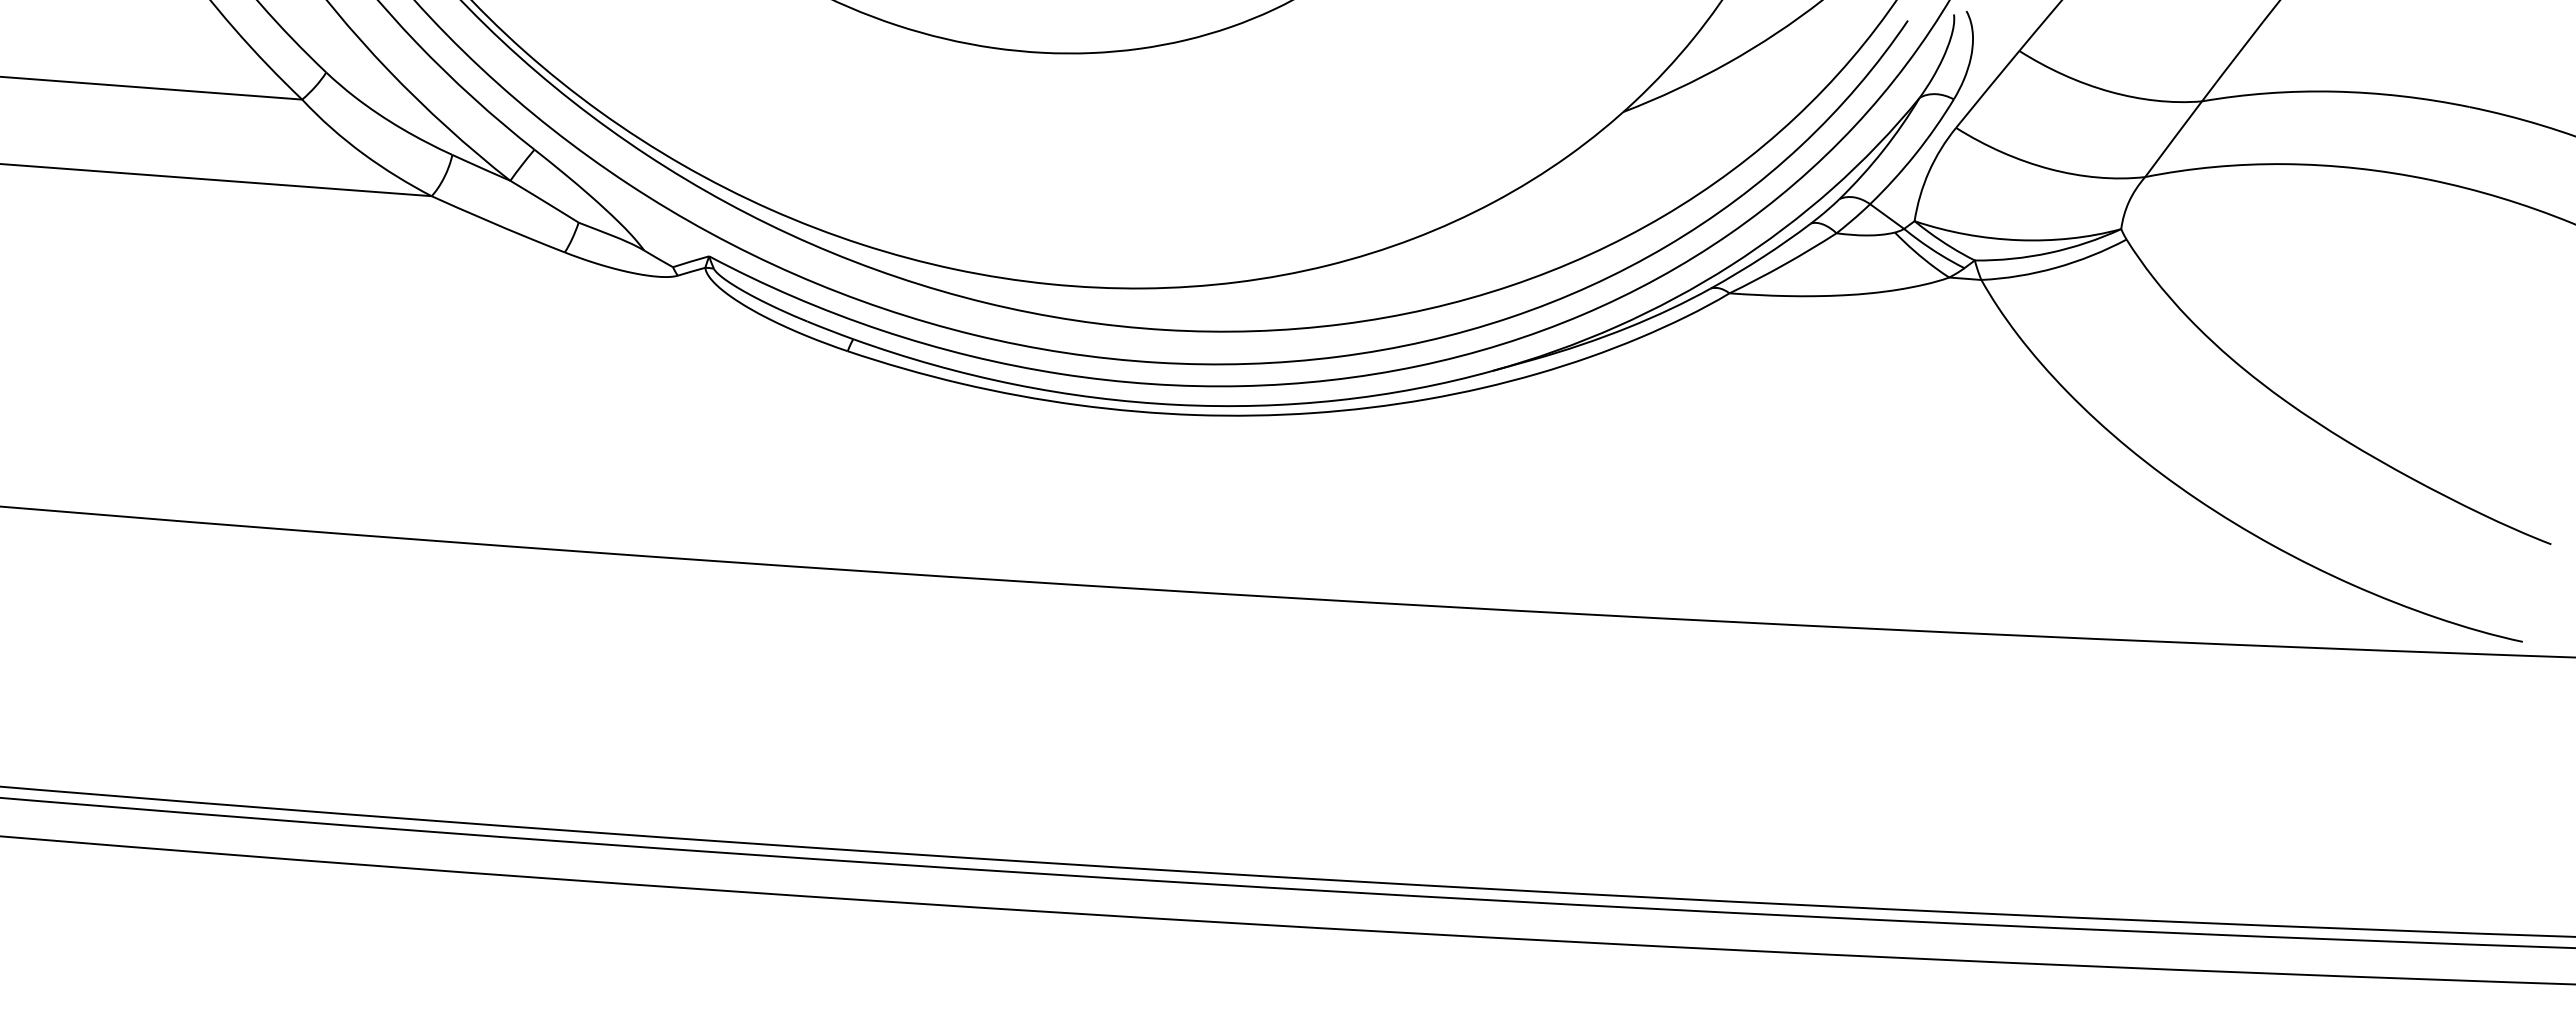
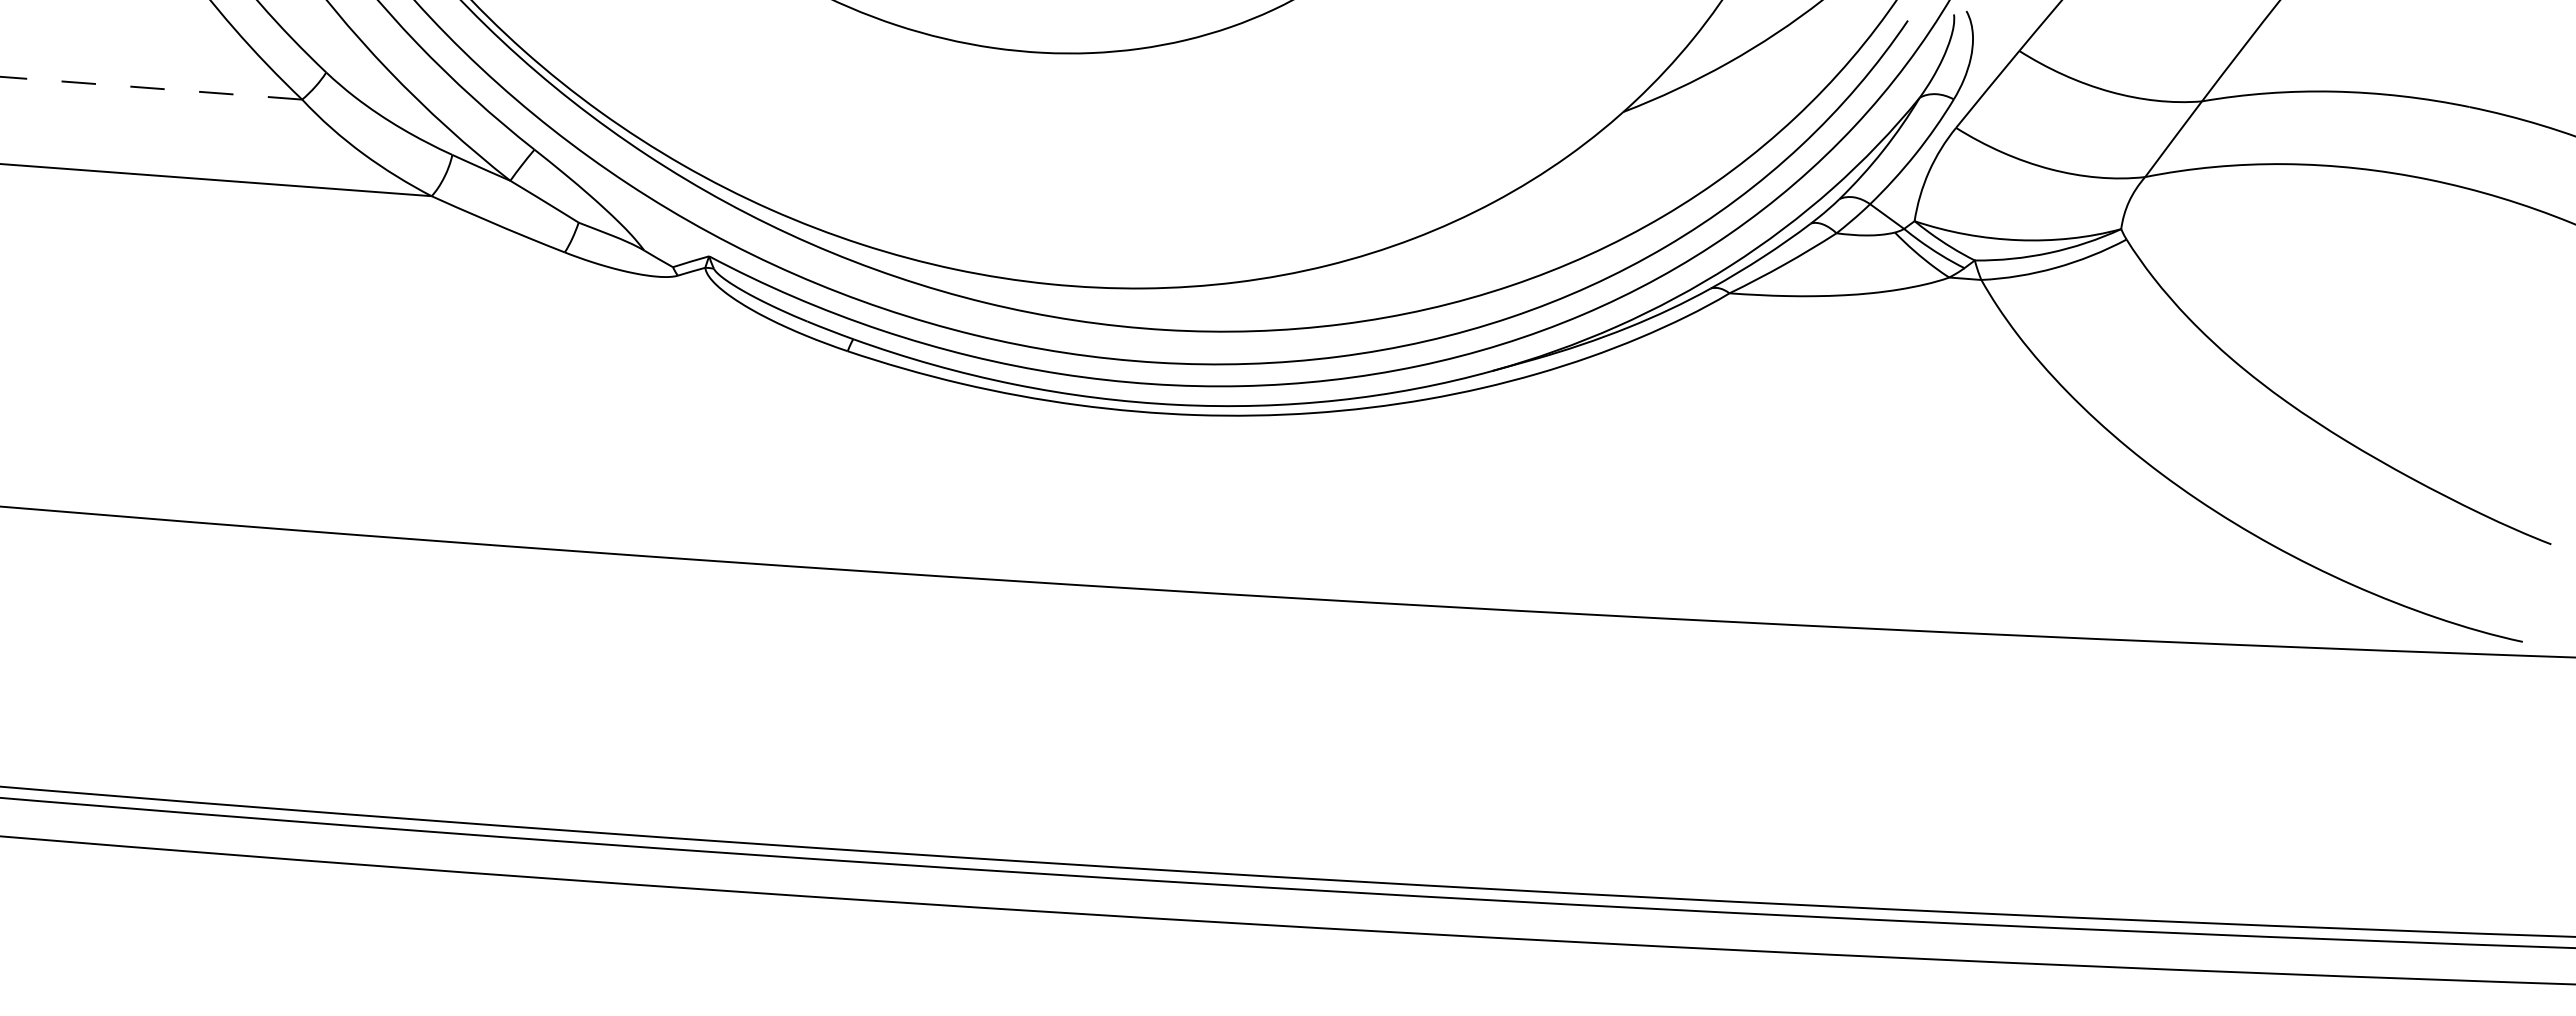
line at (150, 88): solid -> dashed
